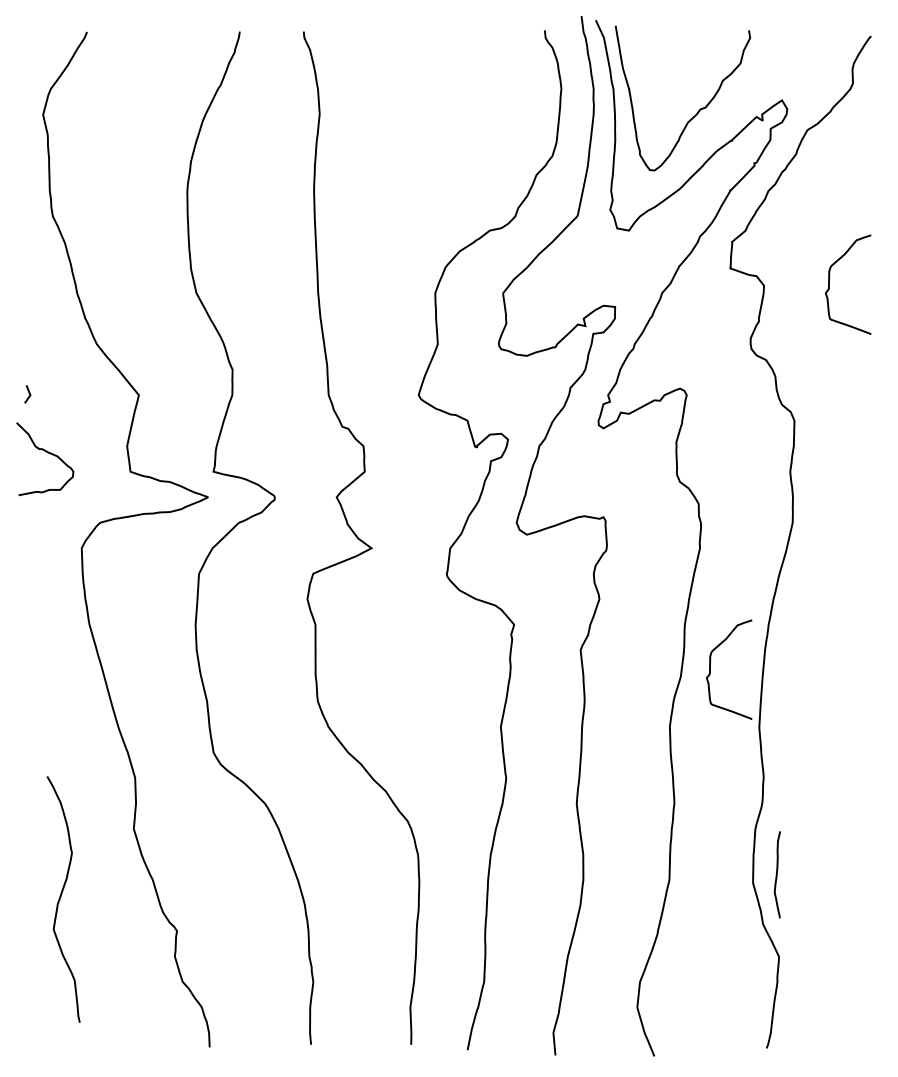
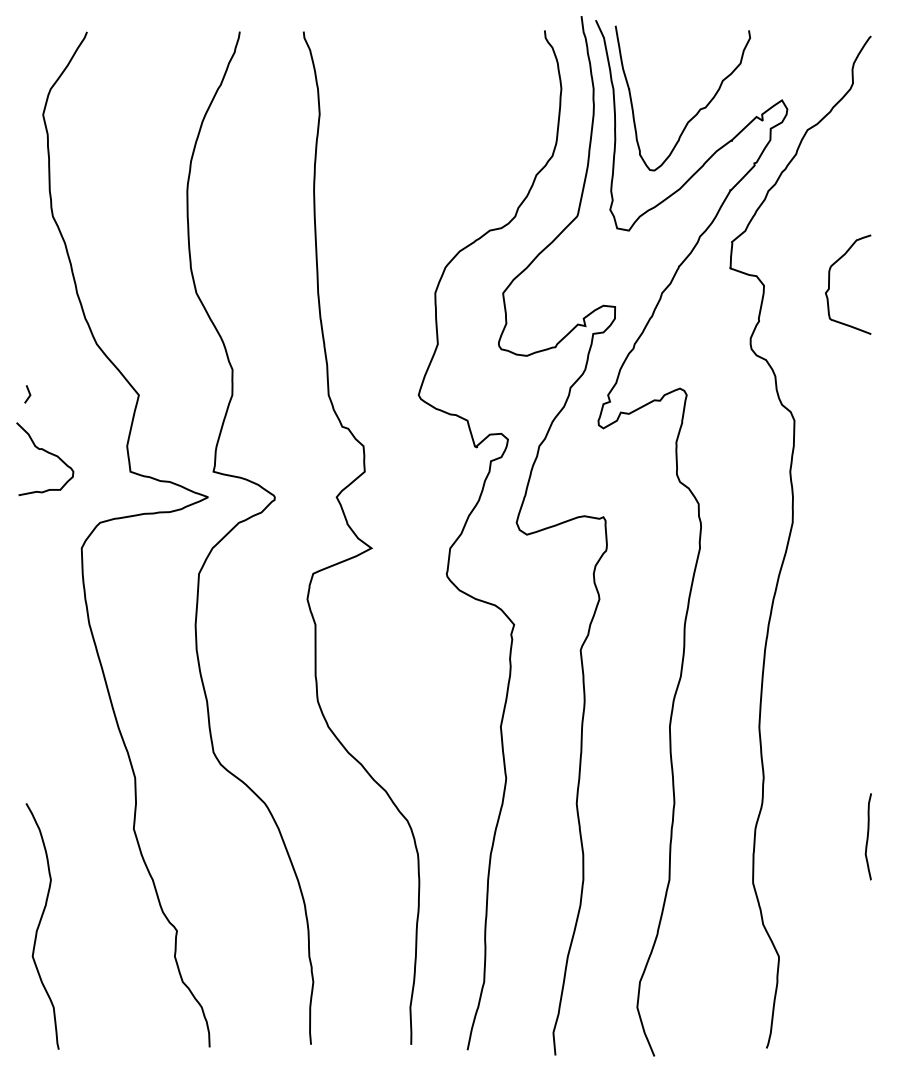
curve at (710, 669): present -> none
curve at (776, 874) position: (776, 874) -> (867, 836)
curve at (61, 897) position: (61, 897) -> (40, 924)
